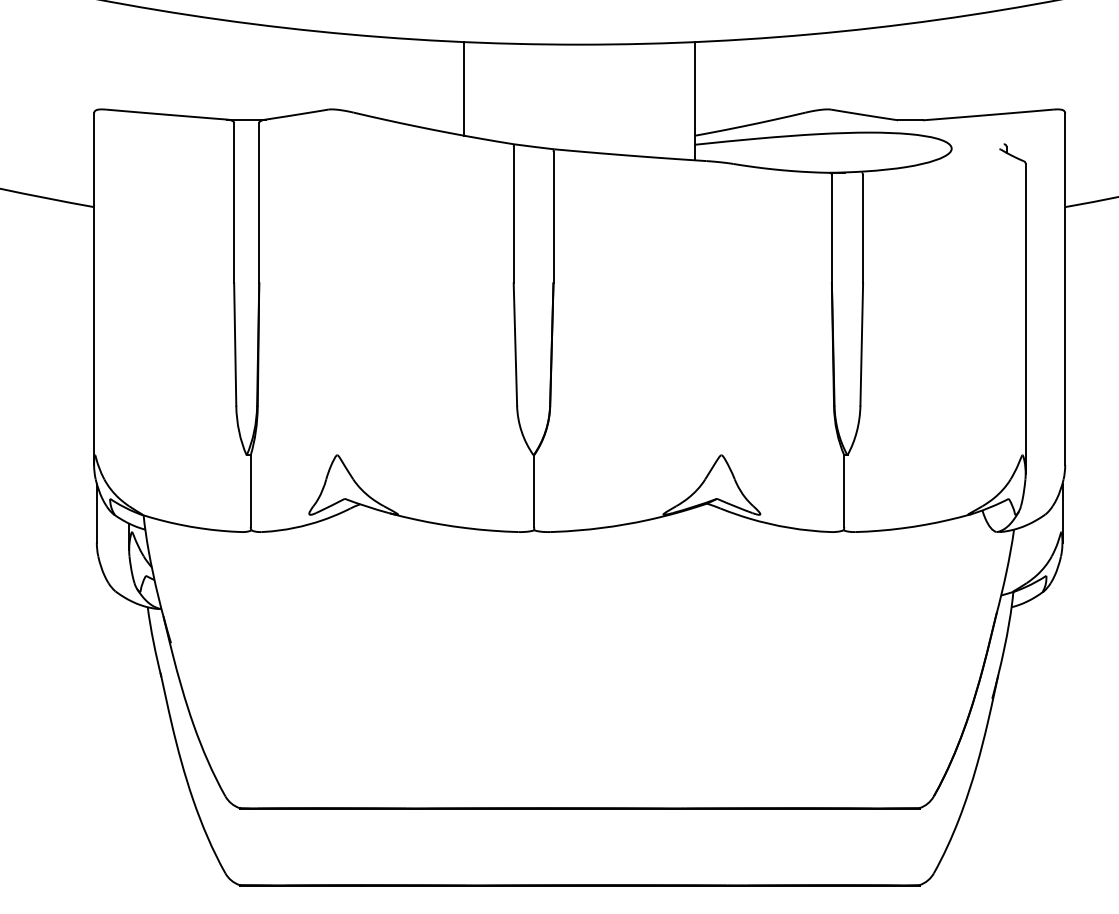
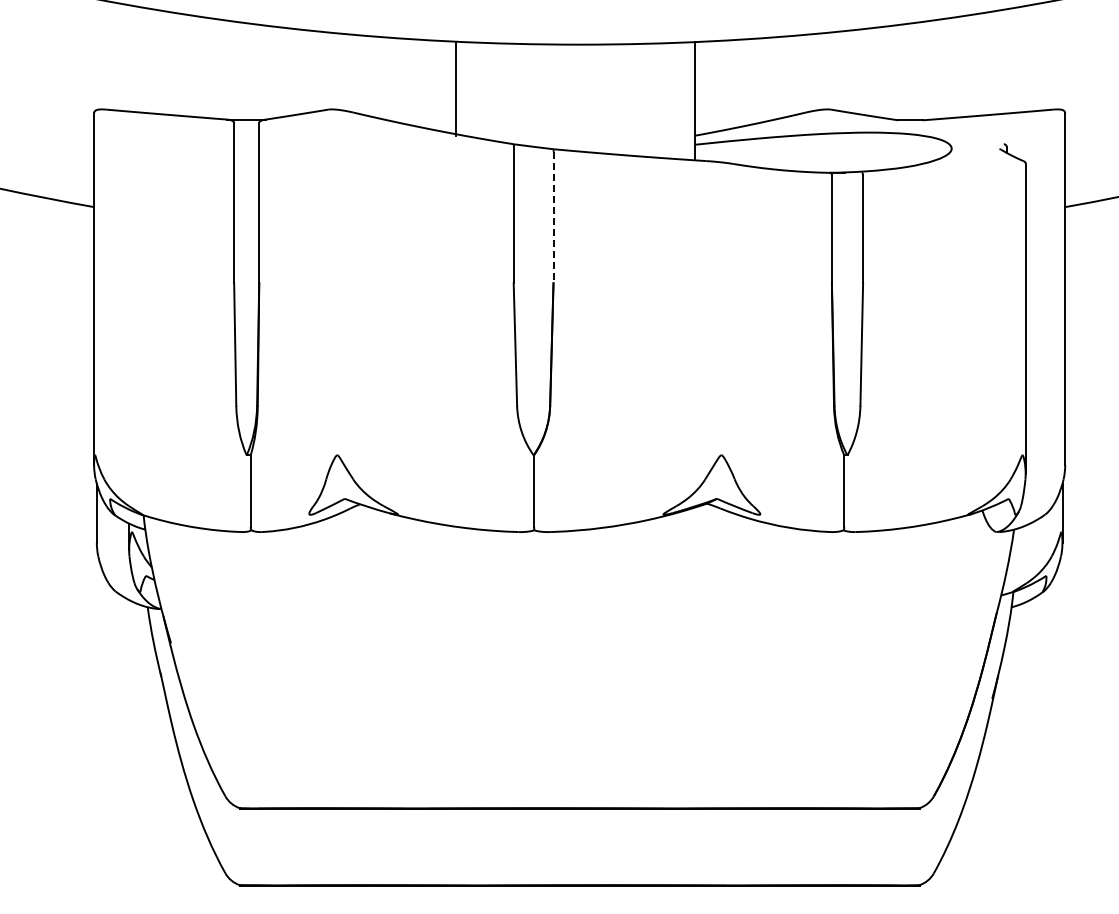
line at (464, 88) position: (464, 88) -> (456, 88)
line at (553, 217): solid -> dashed
